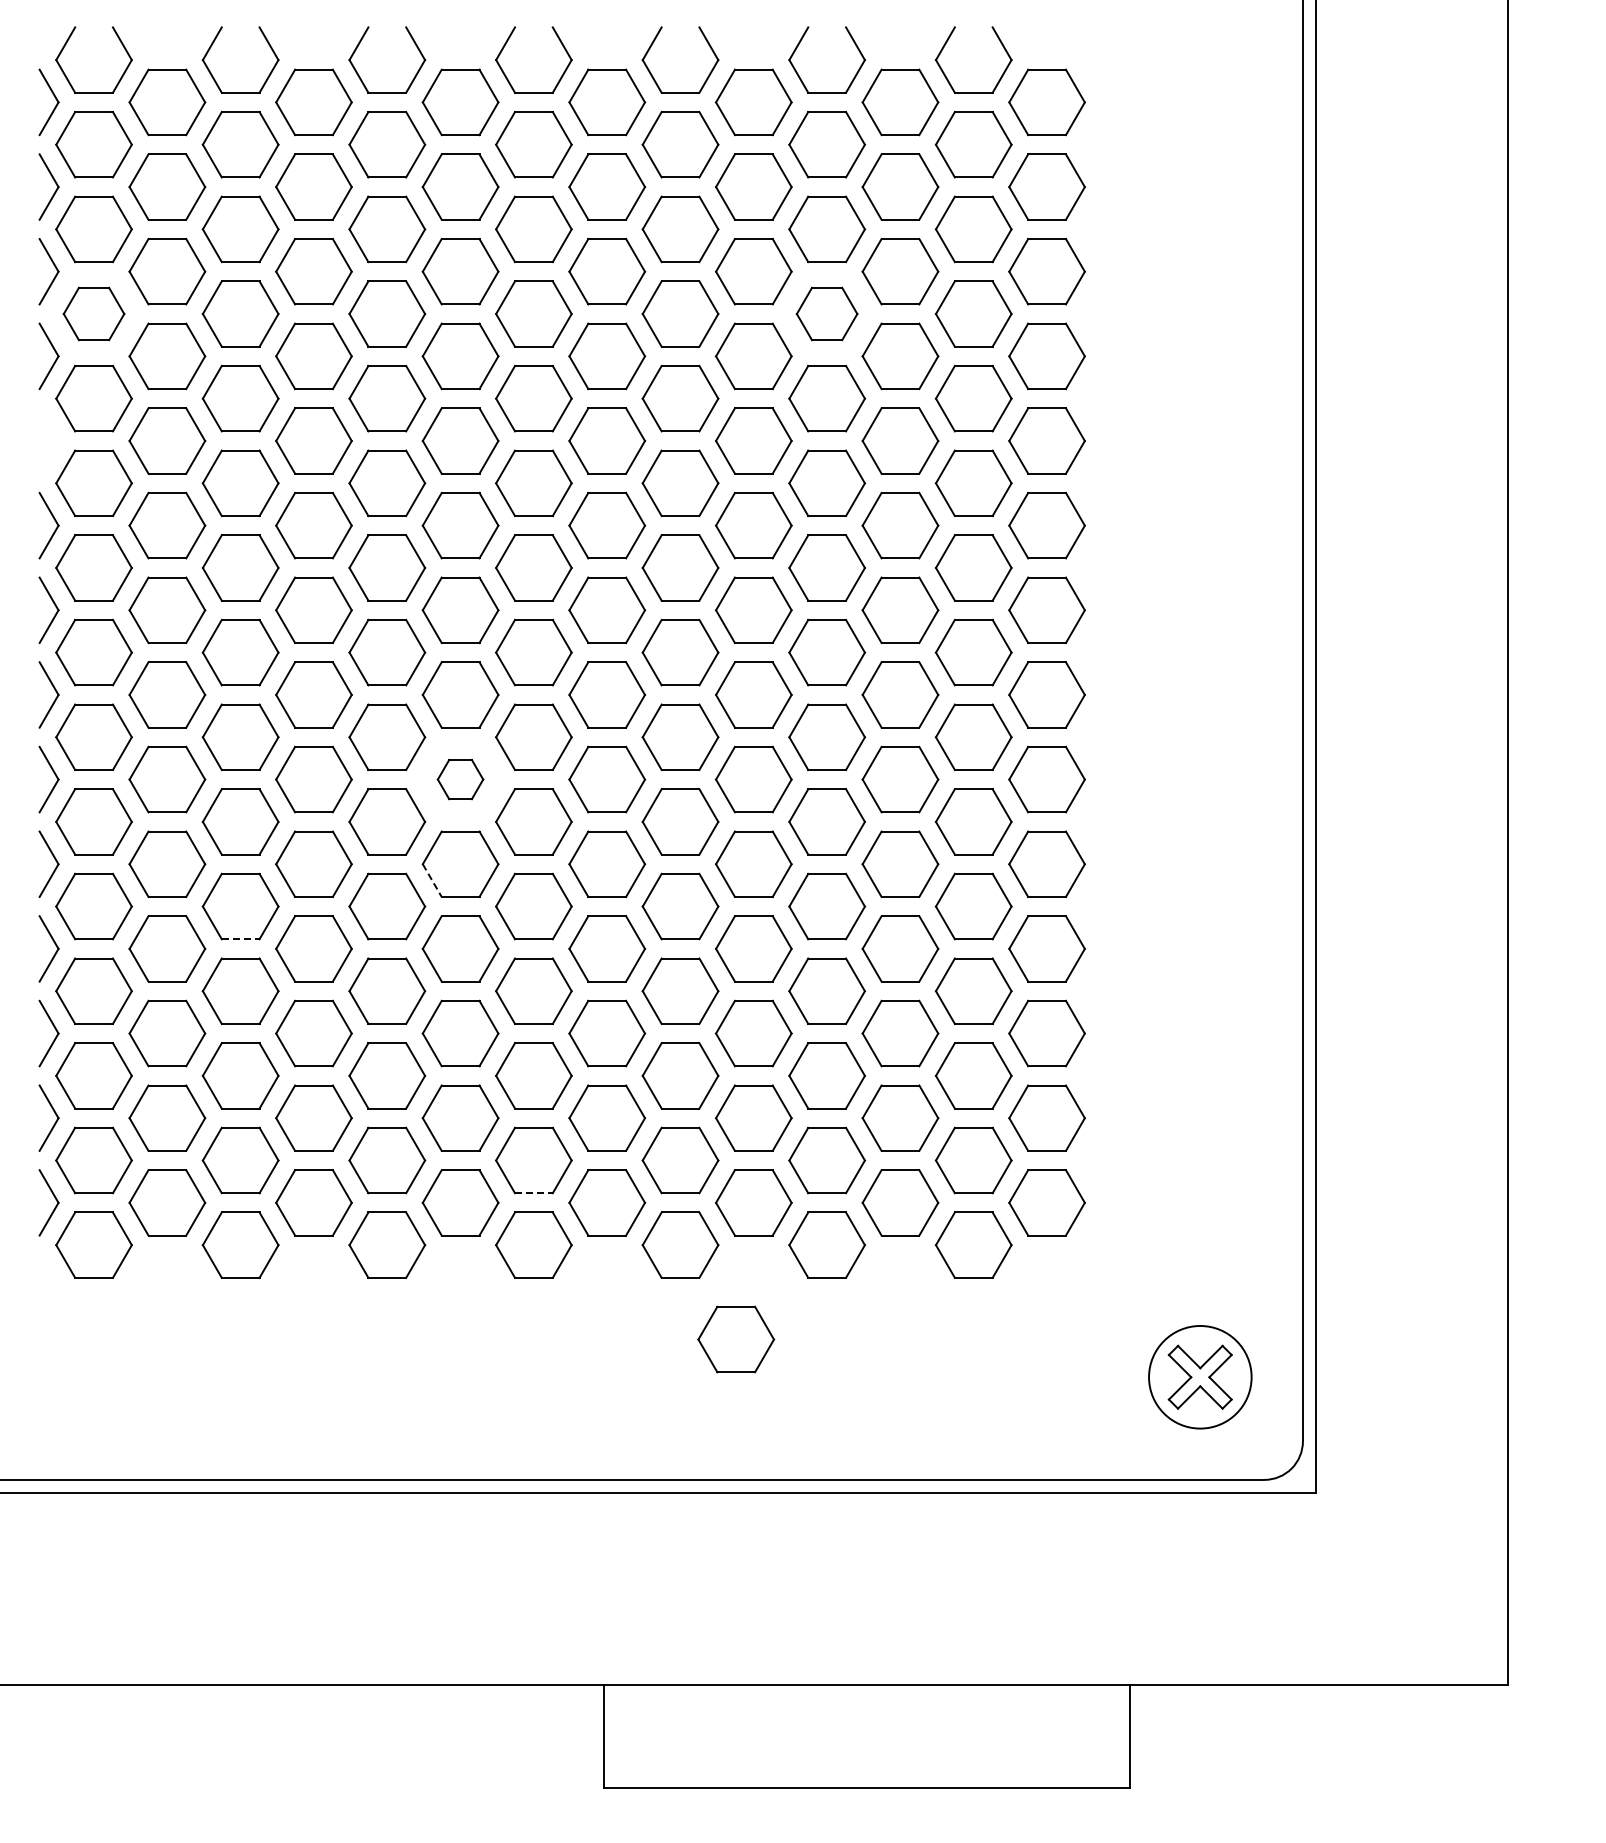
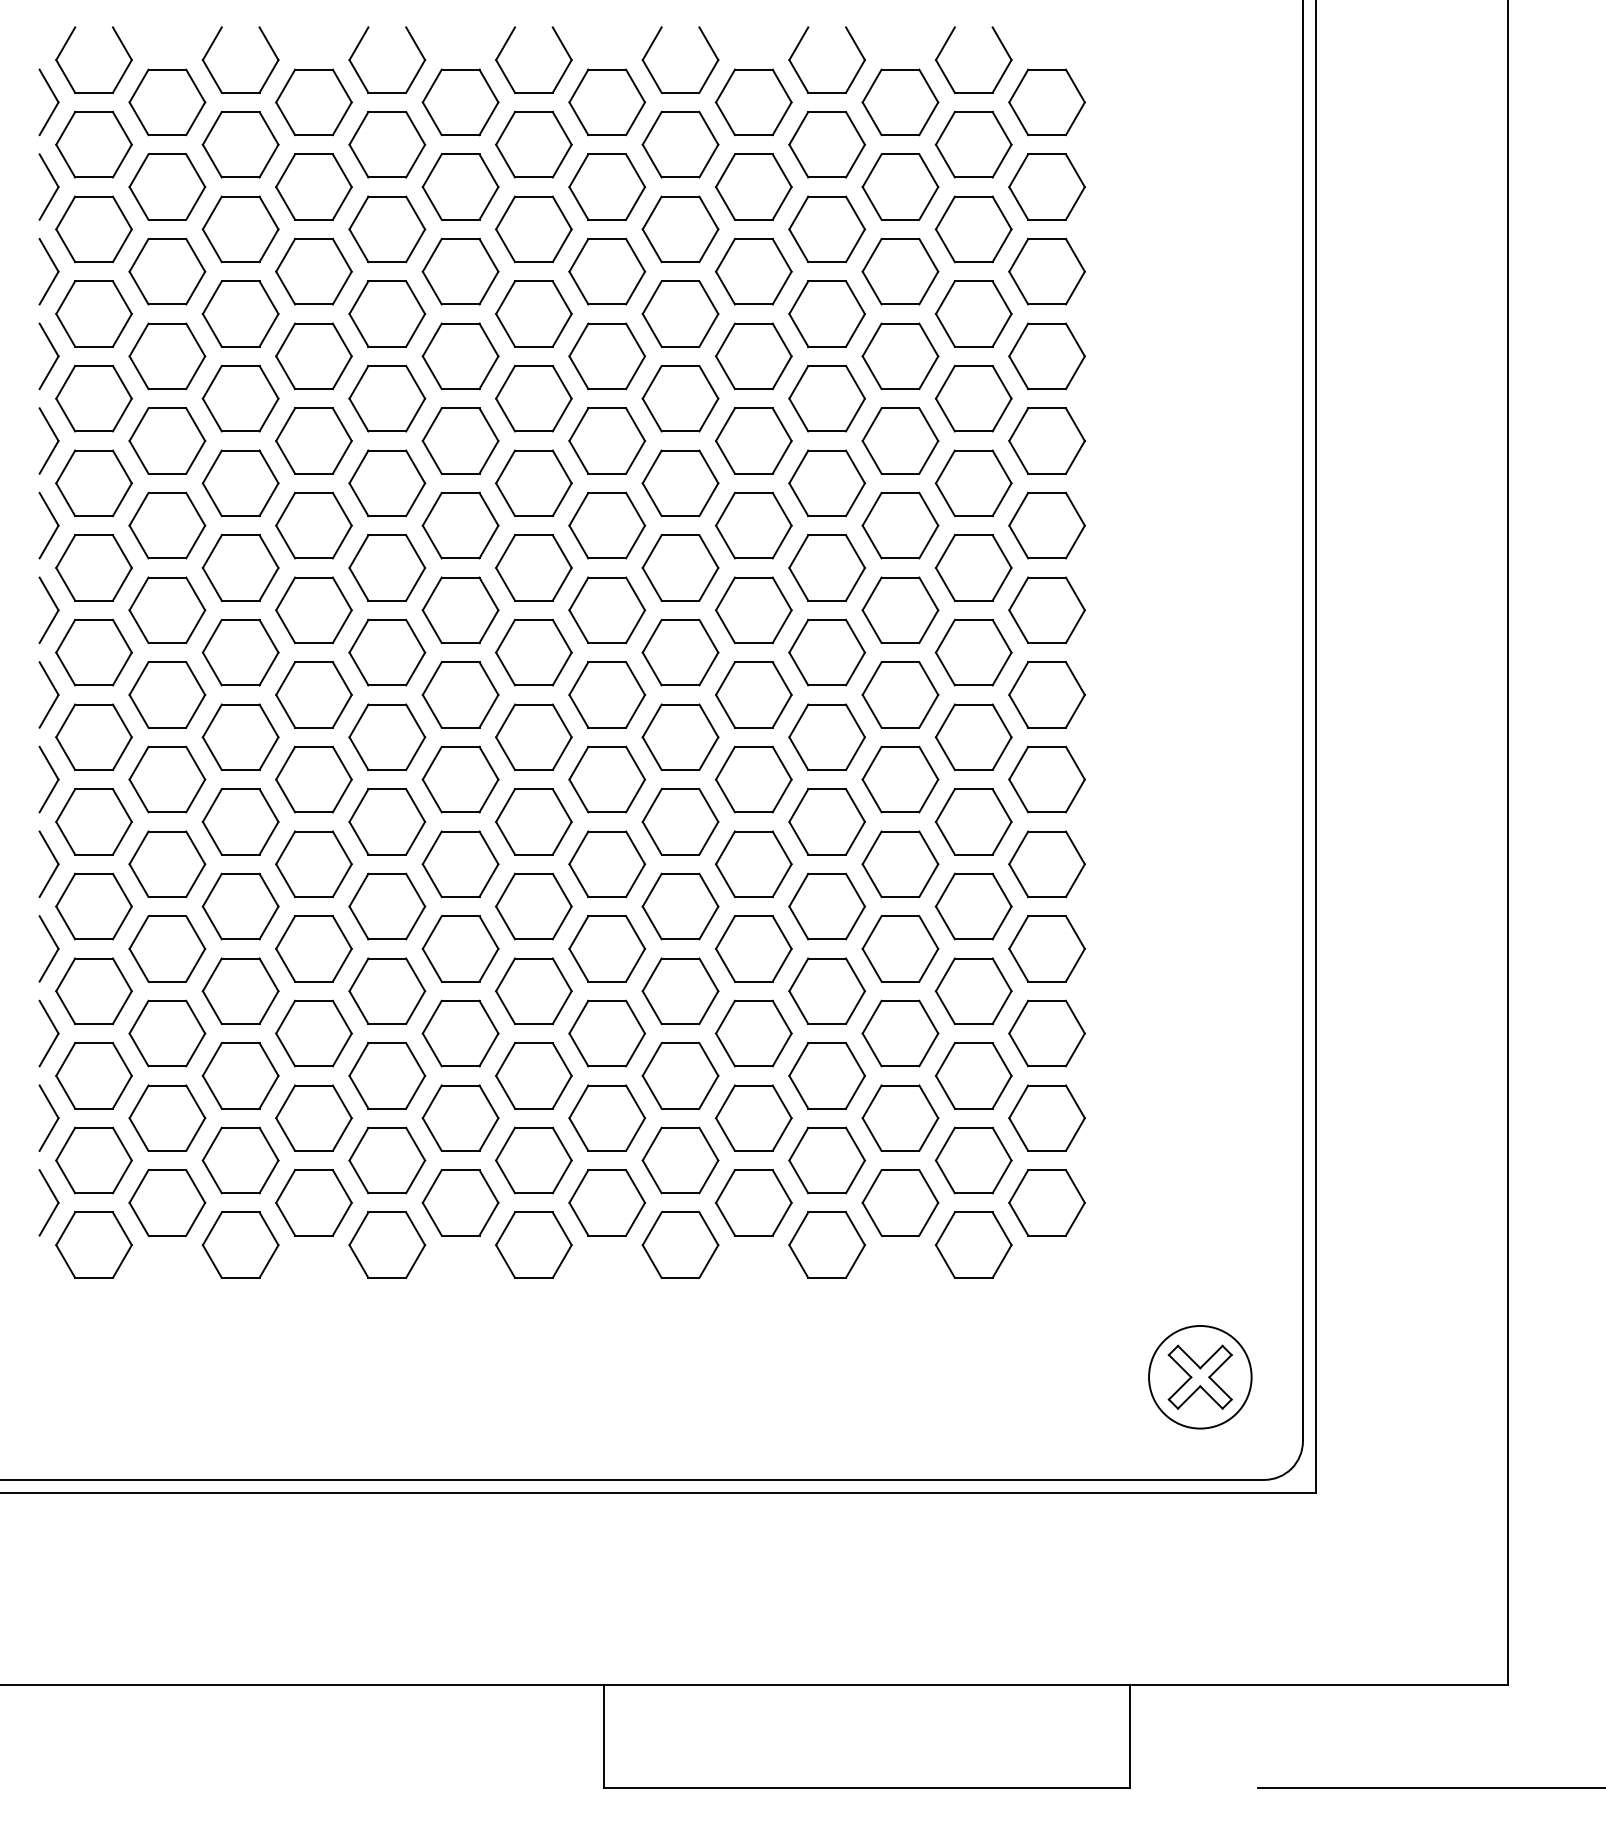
part at (93, 313) size: 64x56 px -> 78x68 px
part at (826, 313) size: 64x56 px -> 78x68 px
part at (54, 436): none -> present
part at (460, 779) size: 49x42 px -> 79x69 px
line at (432, 880): dashed -> solid
line at (240, 939): dashed -> solid
line at (533, 1193): dashed -> solid
part at (736, 1339): present -> none
line at (1430, 1787): none -> present
